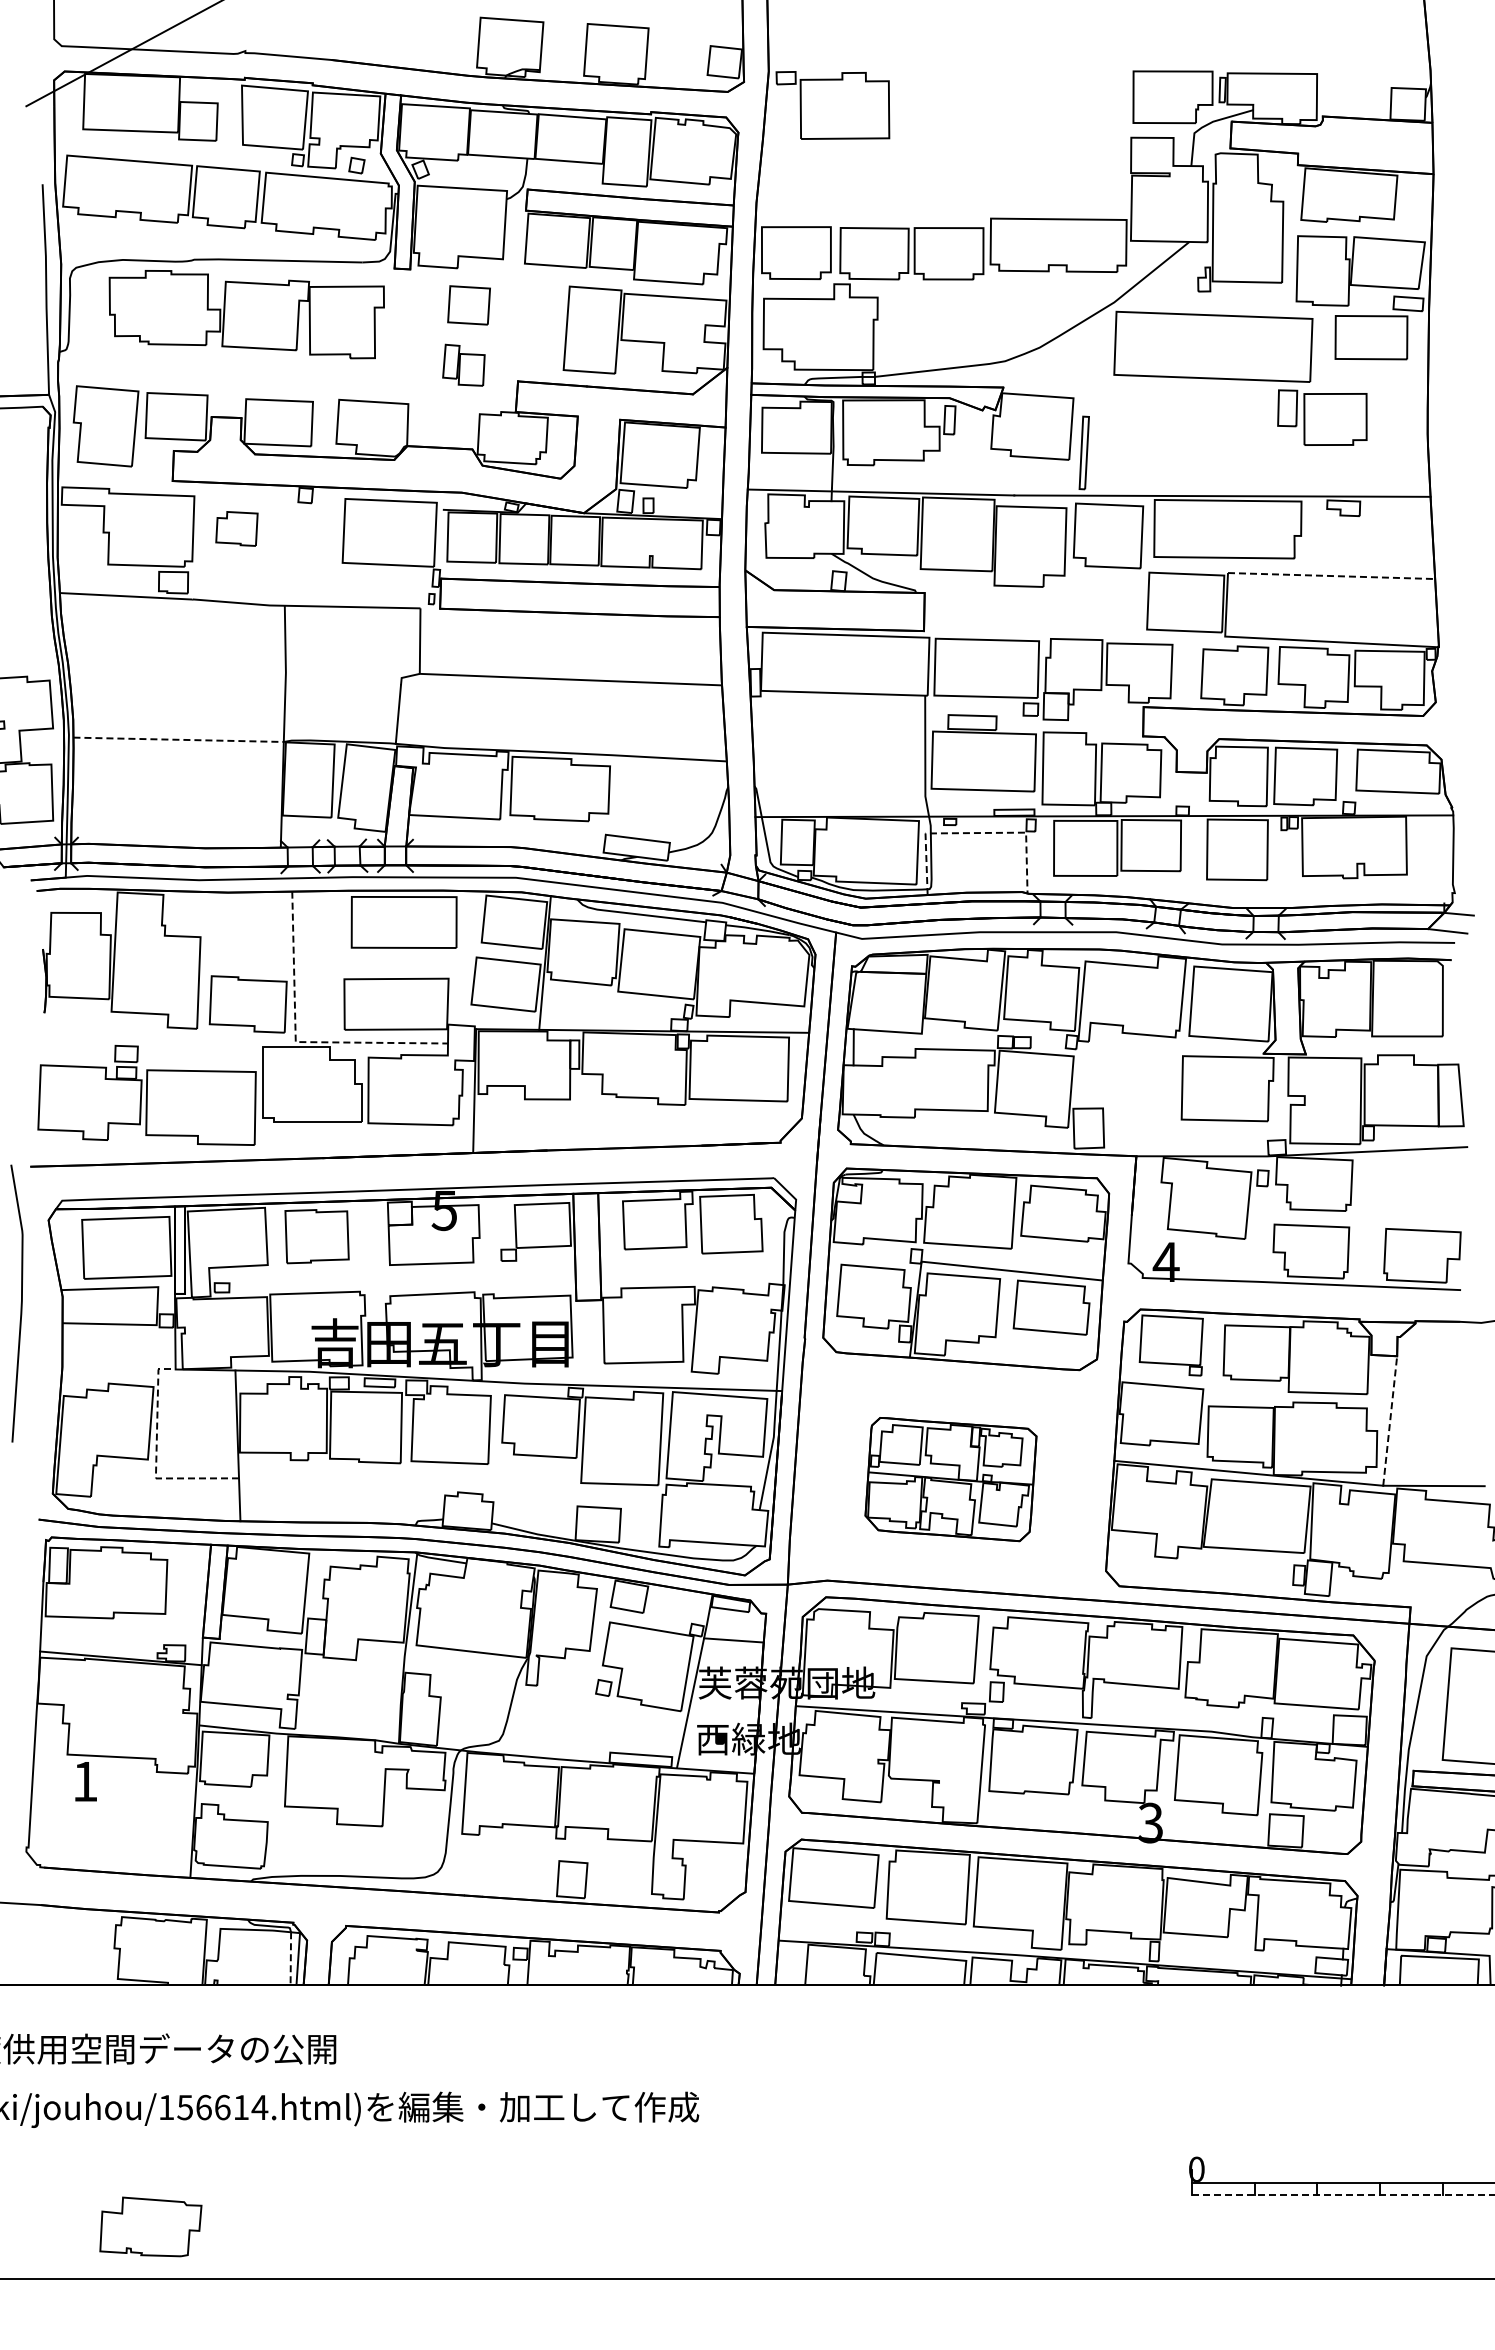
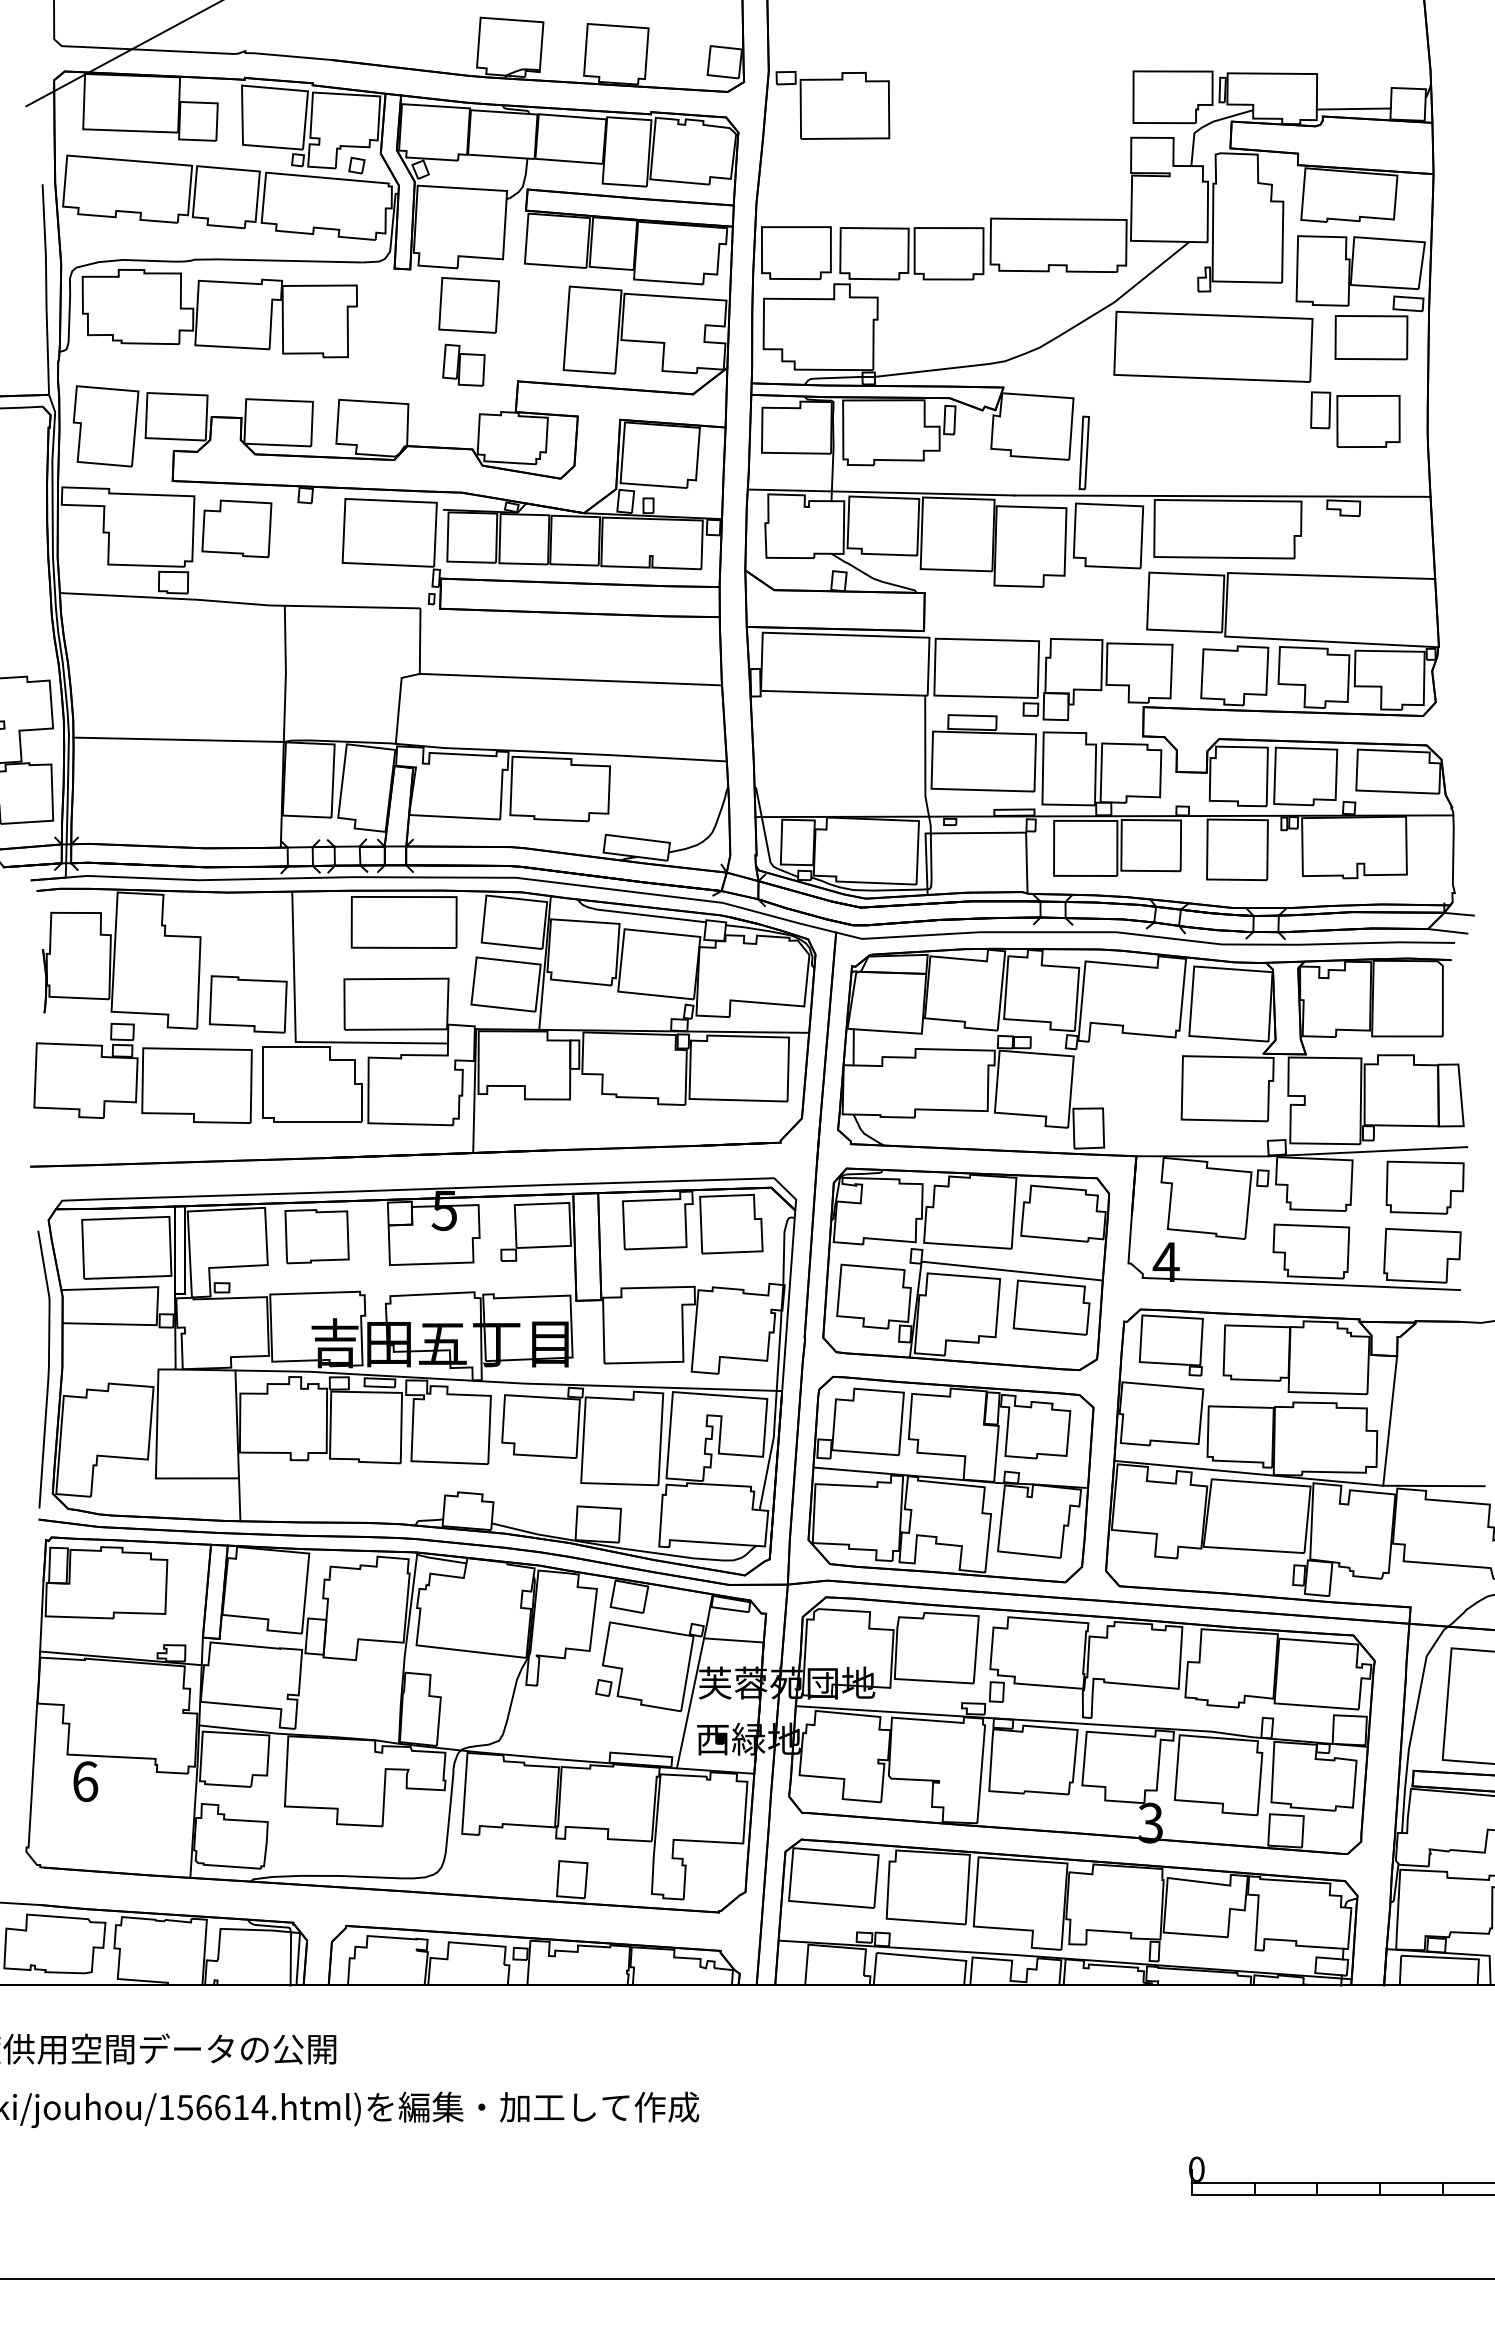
line at (1353, 108): none -> present
part at (468, 305) size: 44x41 px -> 62x57 px
part at (246, 314) position: (246, 314) -> (219, 313)
part at (1322, 417) position: (1322, 417) -> (1355, 419)
part at (236, 528) size: 44x36 px -> 72x60 px
line at (1331, 576): dashed -> solid
line at (179, 739): dashed -> solid
line at (975, 833): dashed -> solid
line at (296, 1042): dashed -> solid
part at (146, 1094) position: (146, 1094) -> (142, 1072)
part at (1424, 1187): none -> present
curve at (20, 1303) position: (20, 1303) -> (47, 1369)
line at (1390, 1420): dashed -> solid
line at (156, 1456): dashed -> solid
part at (950, 1479) size: 174x126 px -> 288x209 px
text at (85, 1781): 1 -> 6
line at (290, 1958): dashed -> solid
line at (1343, 2195): dashed -> solid
part at (150, 2226) position: (150, 2226) -> (54, 1943)
